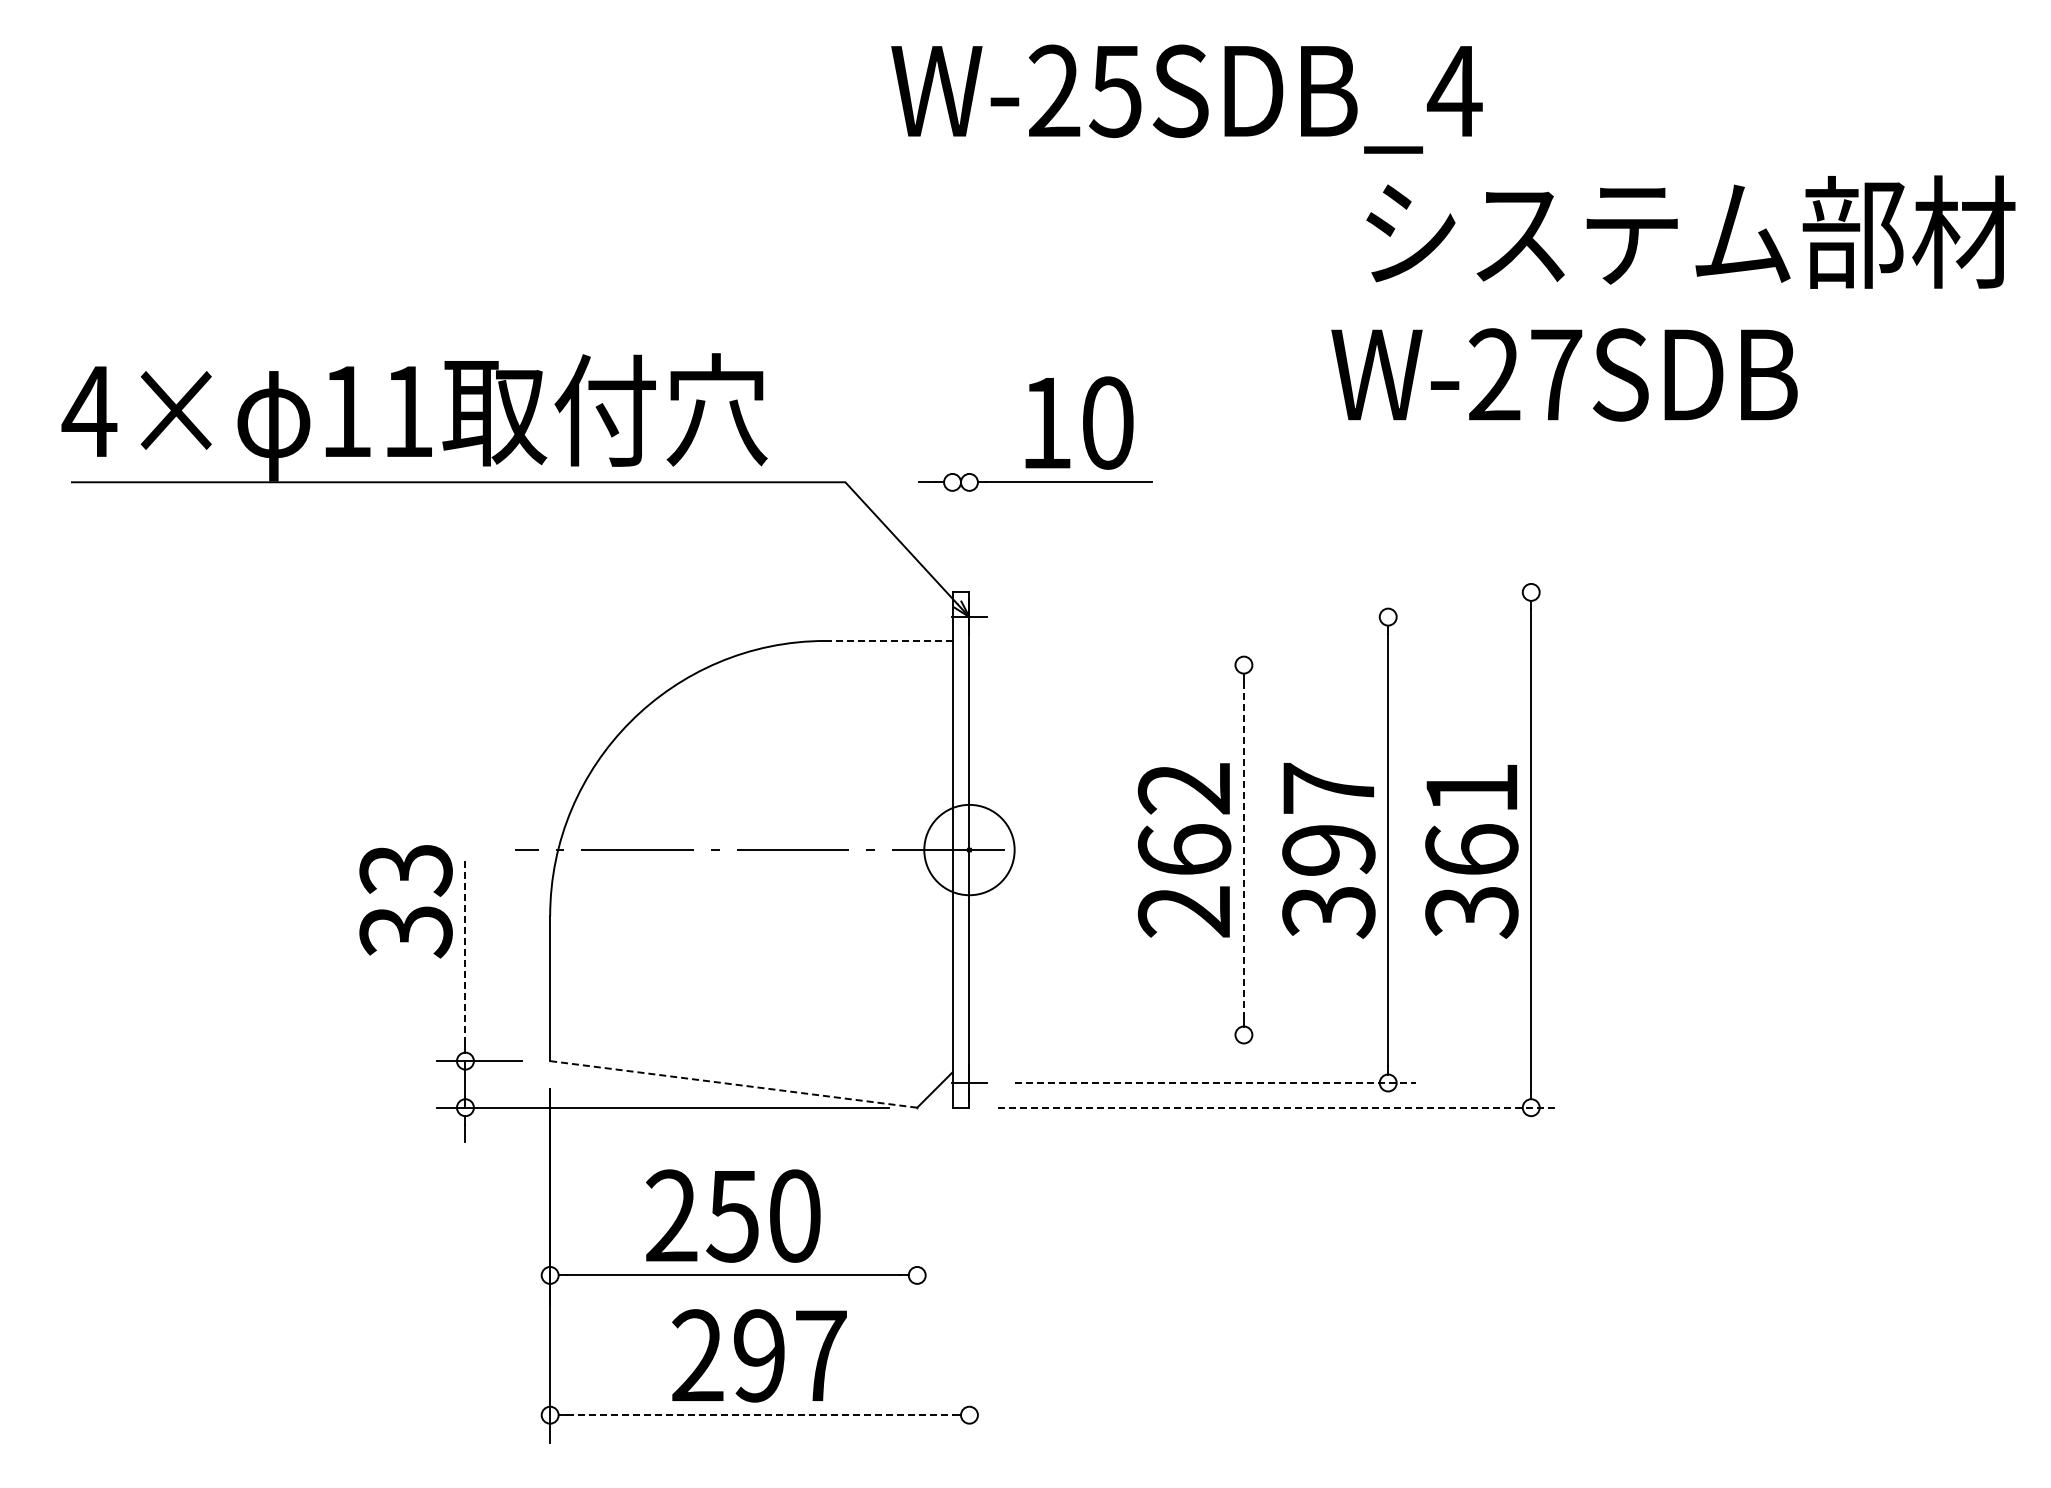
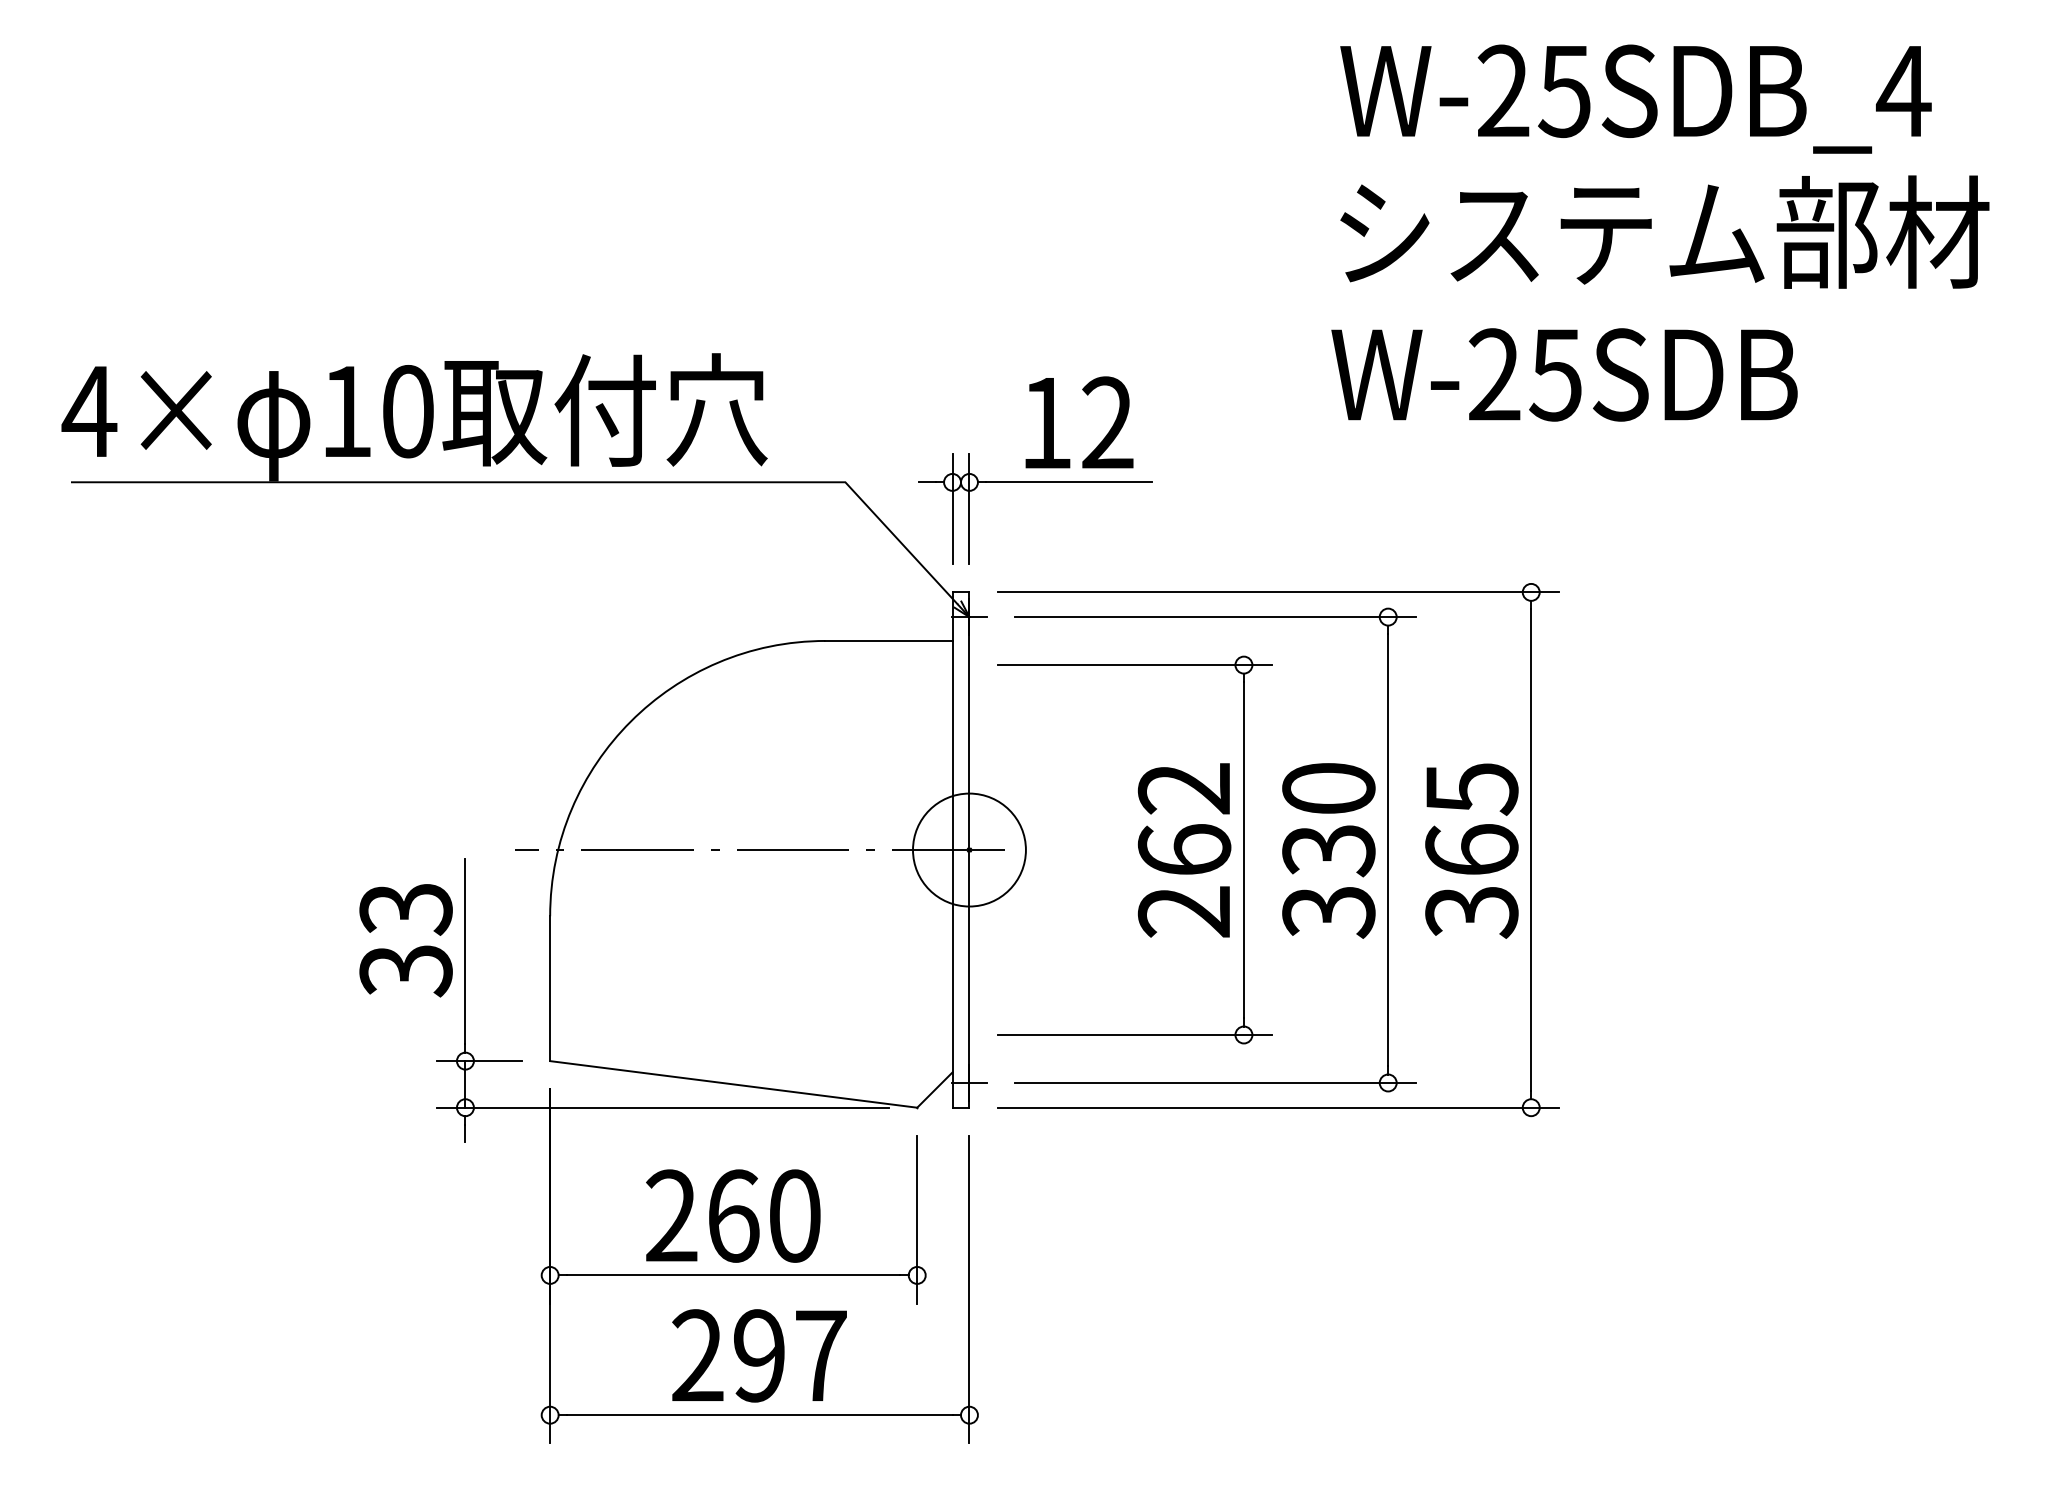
text at (1186, 98) position: (1186, 98) -> (1635, 98)
text at (1690, 231) position: (1690, 231) -> (1664, 231)
text at (1555, 375): W-27SDB -> W-25SDB
text at (408, 411): 11 -> 10
text at (1107, 422): 10 -> 12
line at (952, 509): none -> present
line at (969, 509): none -> present
line at (1278, 592): none -> present
line at (1215, 617): none -> present
line at (889, 640): dashed -> solid
line at (1134, 665): none -> present
text at (1472, 789): 361 -> 365
text at (1328, 820): 397 -> 330
circle at (969, 849) diameter: 90 px -> 113 px
line at (1243, 850): dashed -> solid
text at (405, 901) position: (405, 901) -> (405, 940)
line at (465, 951): dashed -> solid
line at (1134, 1035): none -> present
line at (1215, 1083): dashed -> solid
line at (734, 1084): dashed -> solid
line at (1278, 1107): dashed -> solid
text at (732, 1215): 250 -> 260
line at (917, 1219): none -> present
line at (969, 1289): none -> present
line at (759, 1415): dashed -> solid
